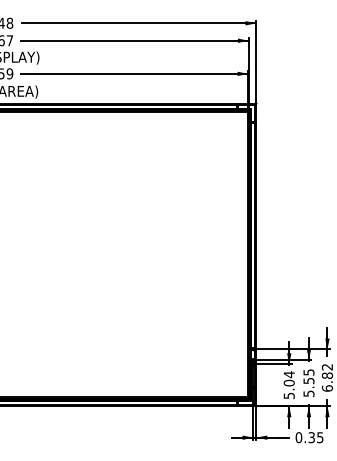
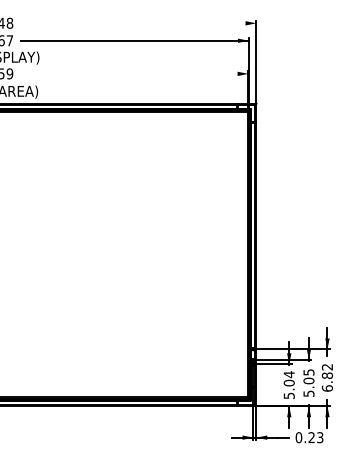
line at (139, 23): present -> none
line at (134, 73): present -> none
text at (308, 380): 5.55 -> 5.05
text at (315, 437): 0.35 -> 0.23
